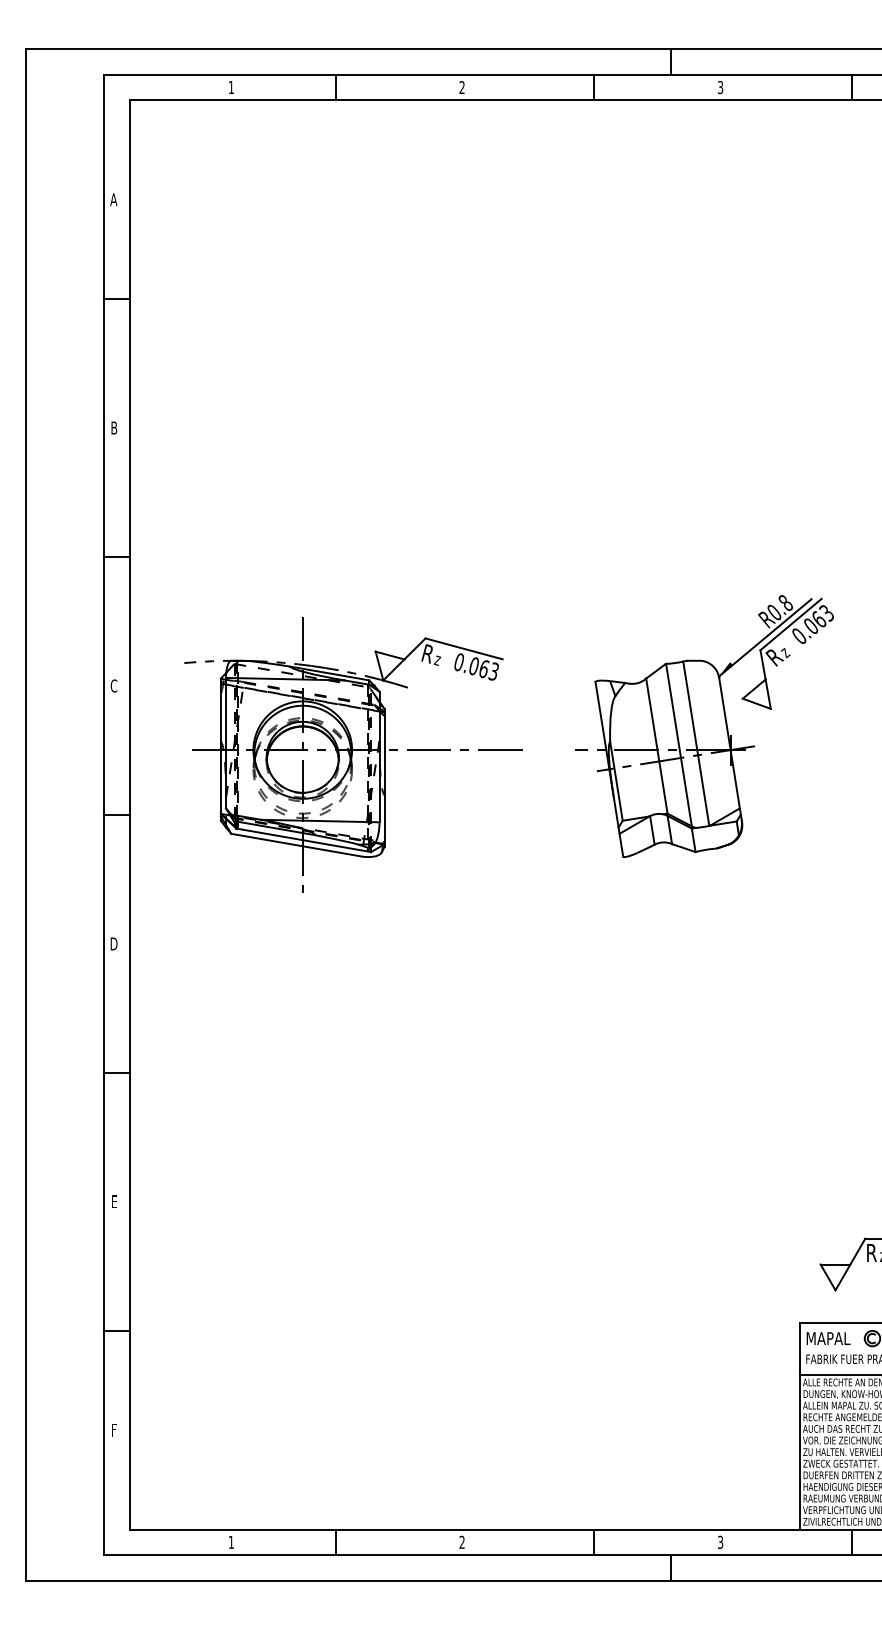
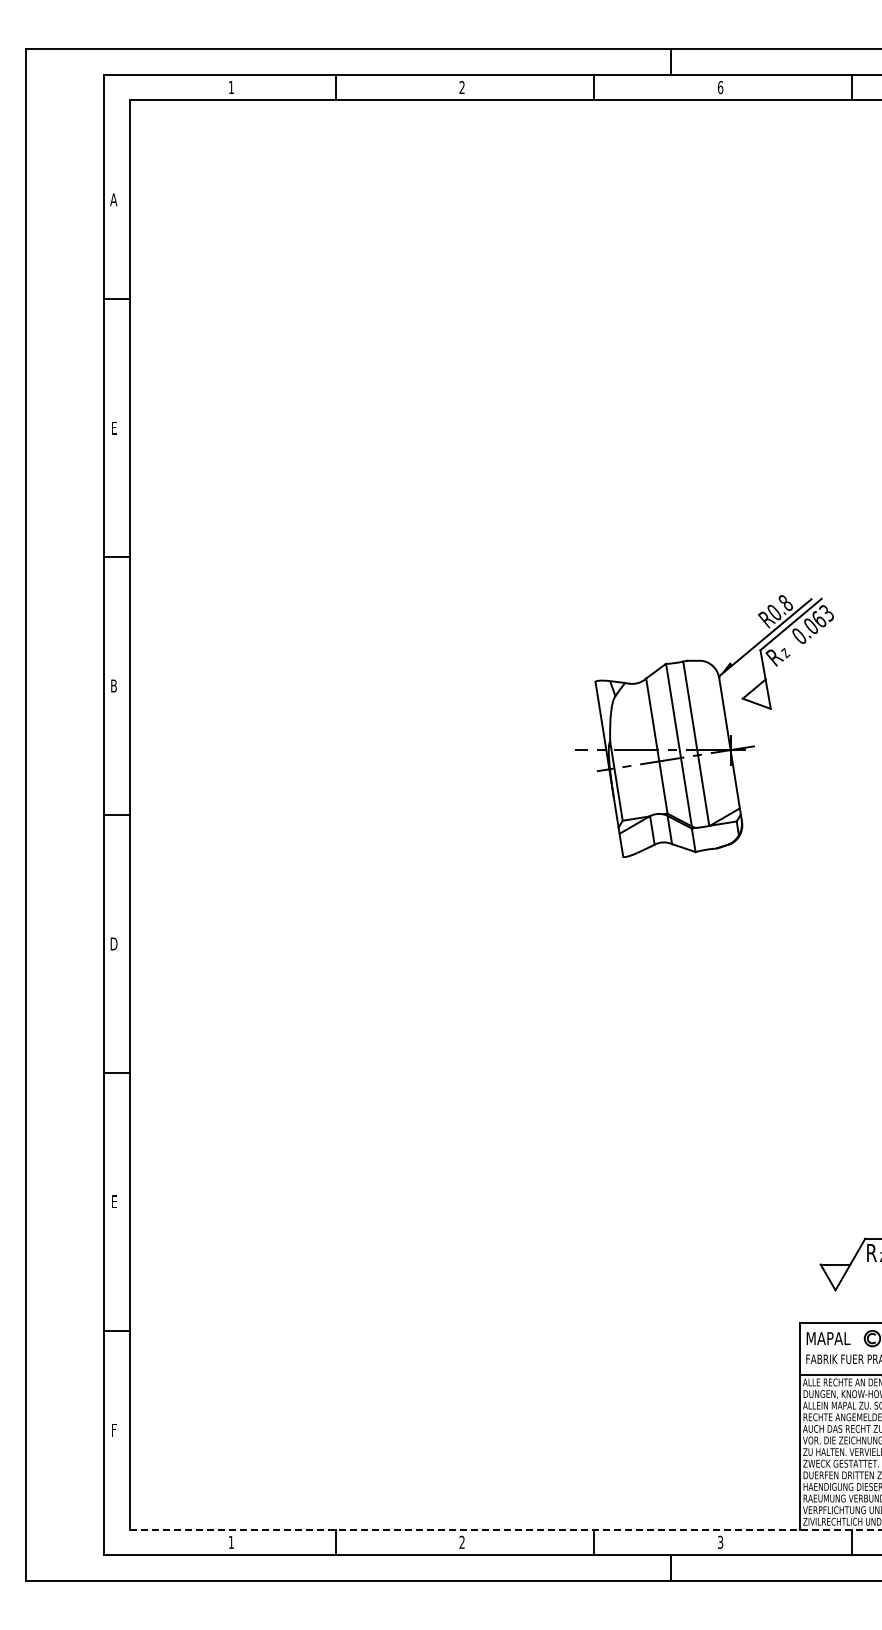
text at (720, 87): 3 -> 6
text at (114, 427): B -> E
text at (113, 685): C -> B
part at (353, 754): present -> none
line at (505, 1529): solid -> dashed
